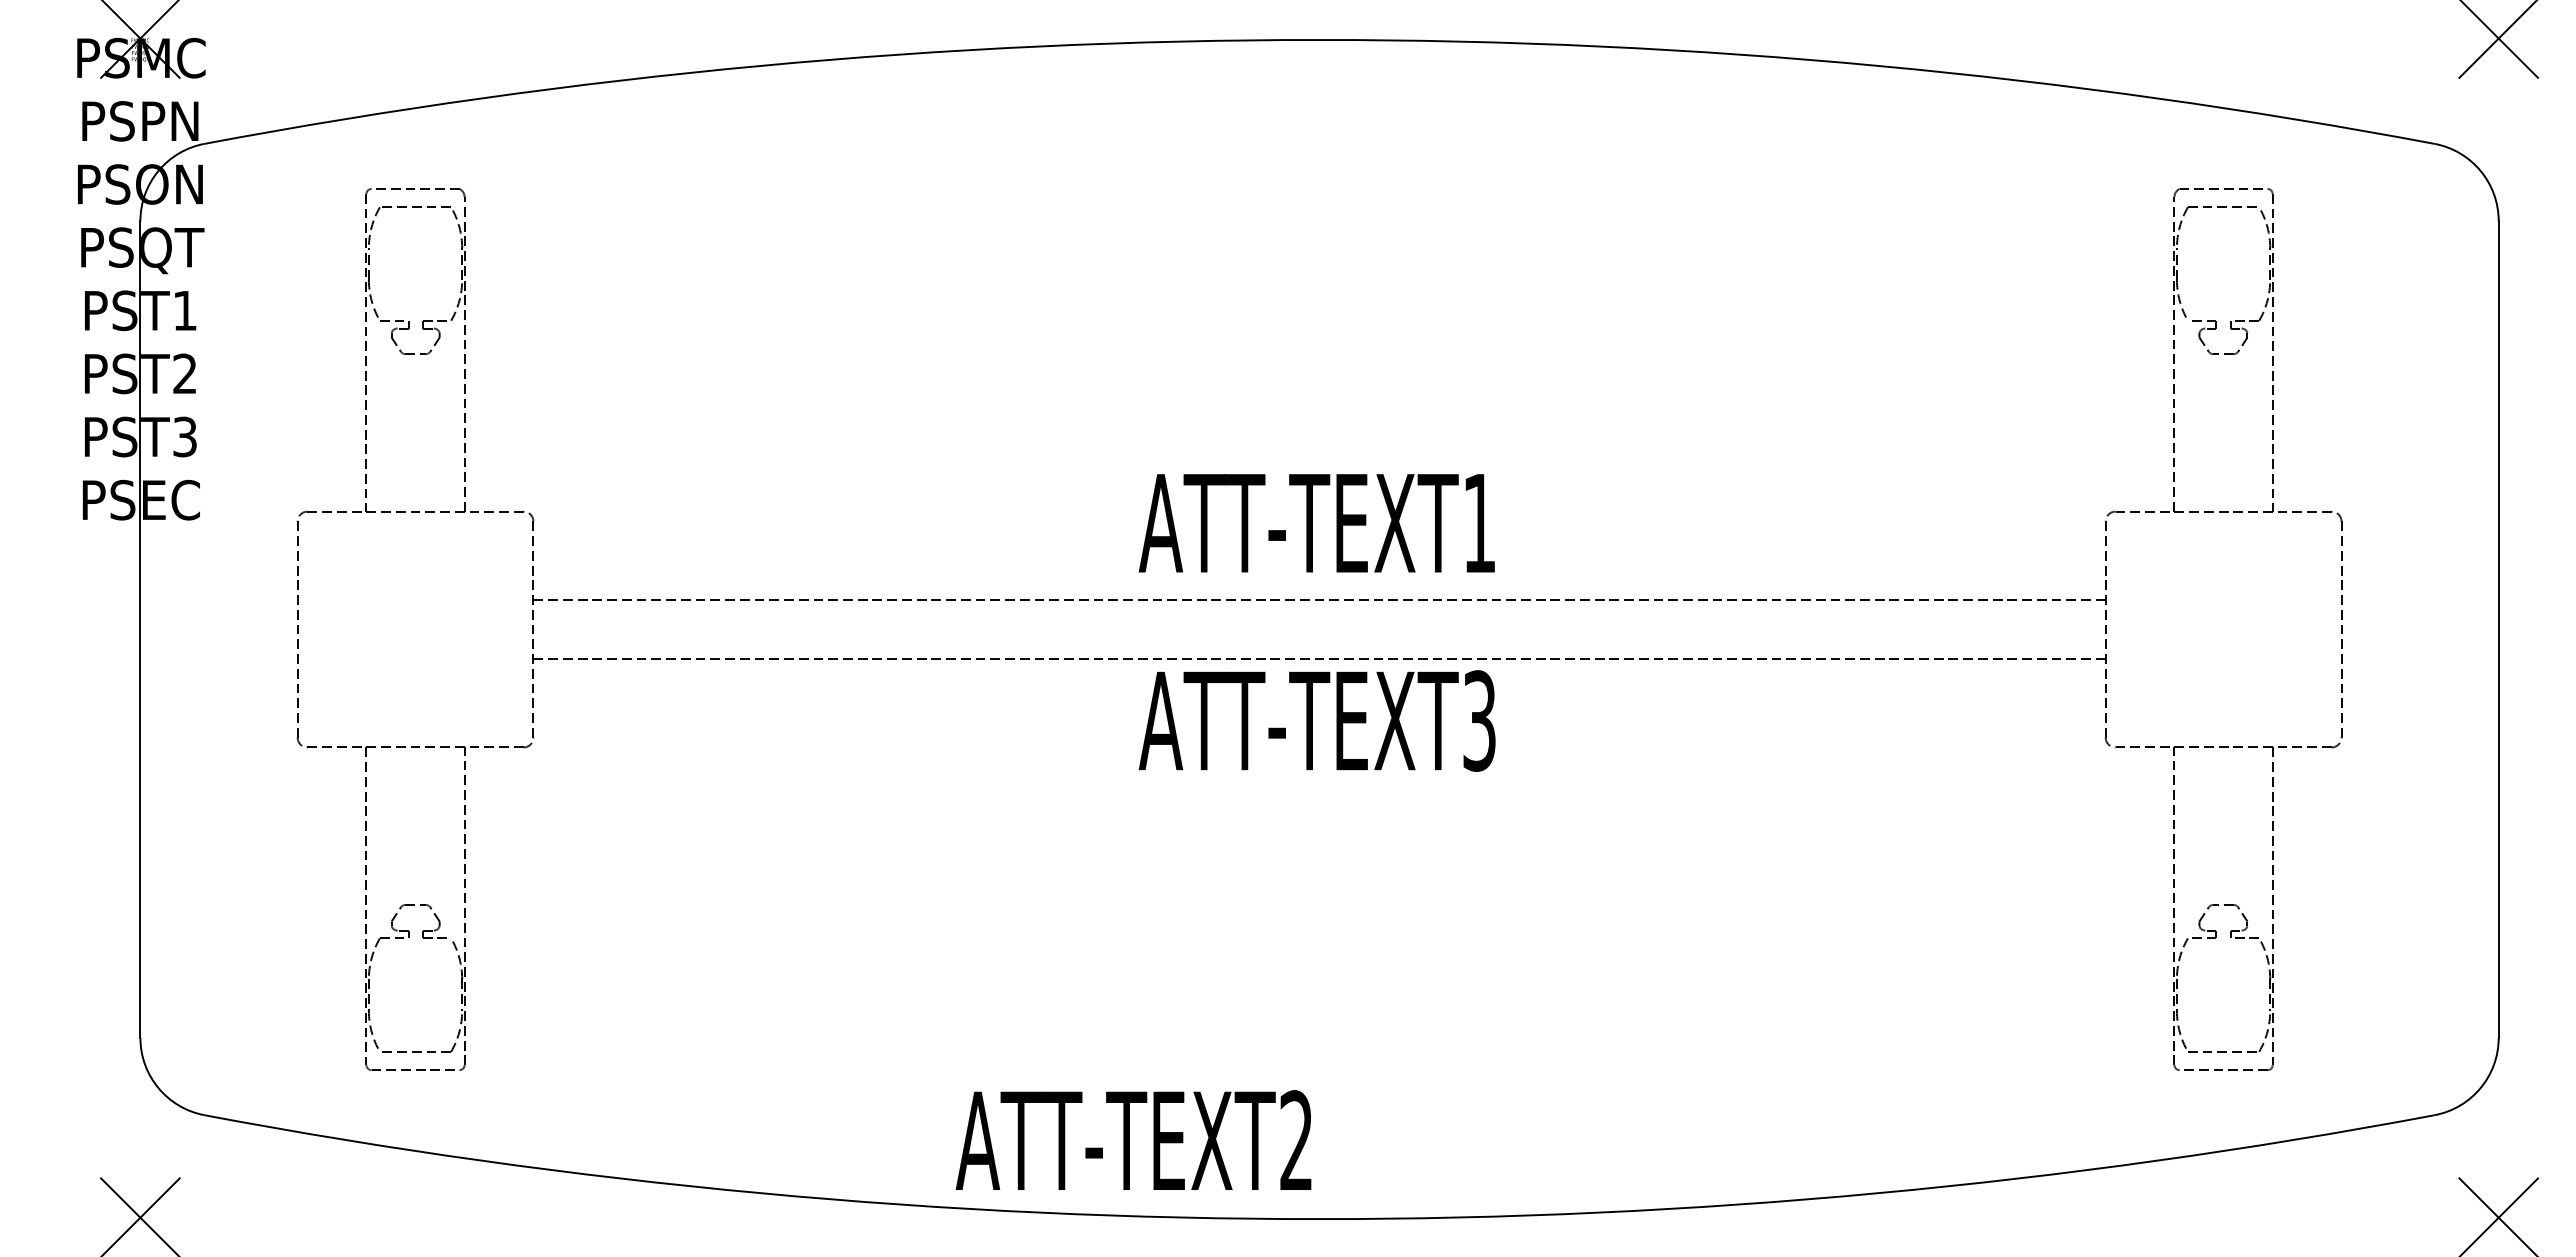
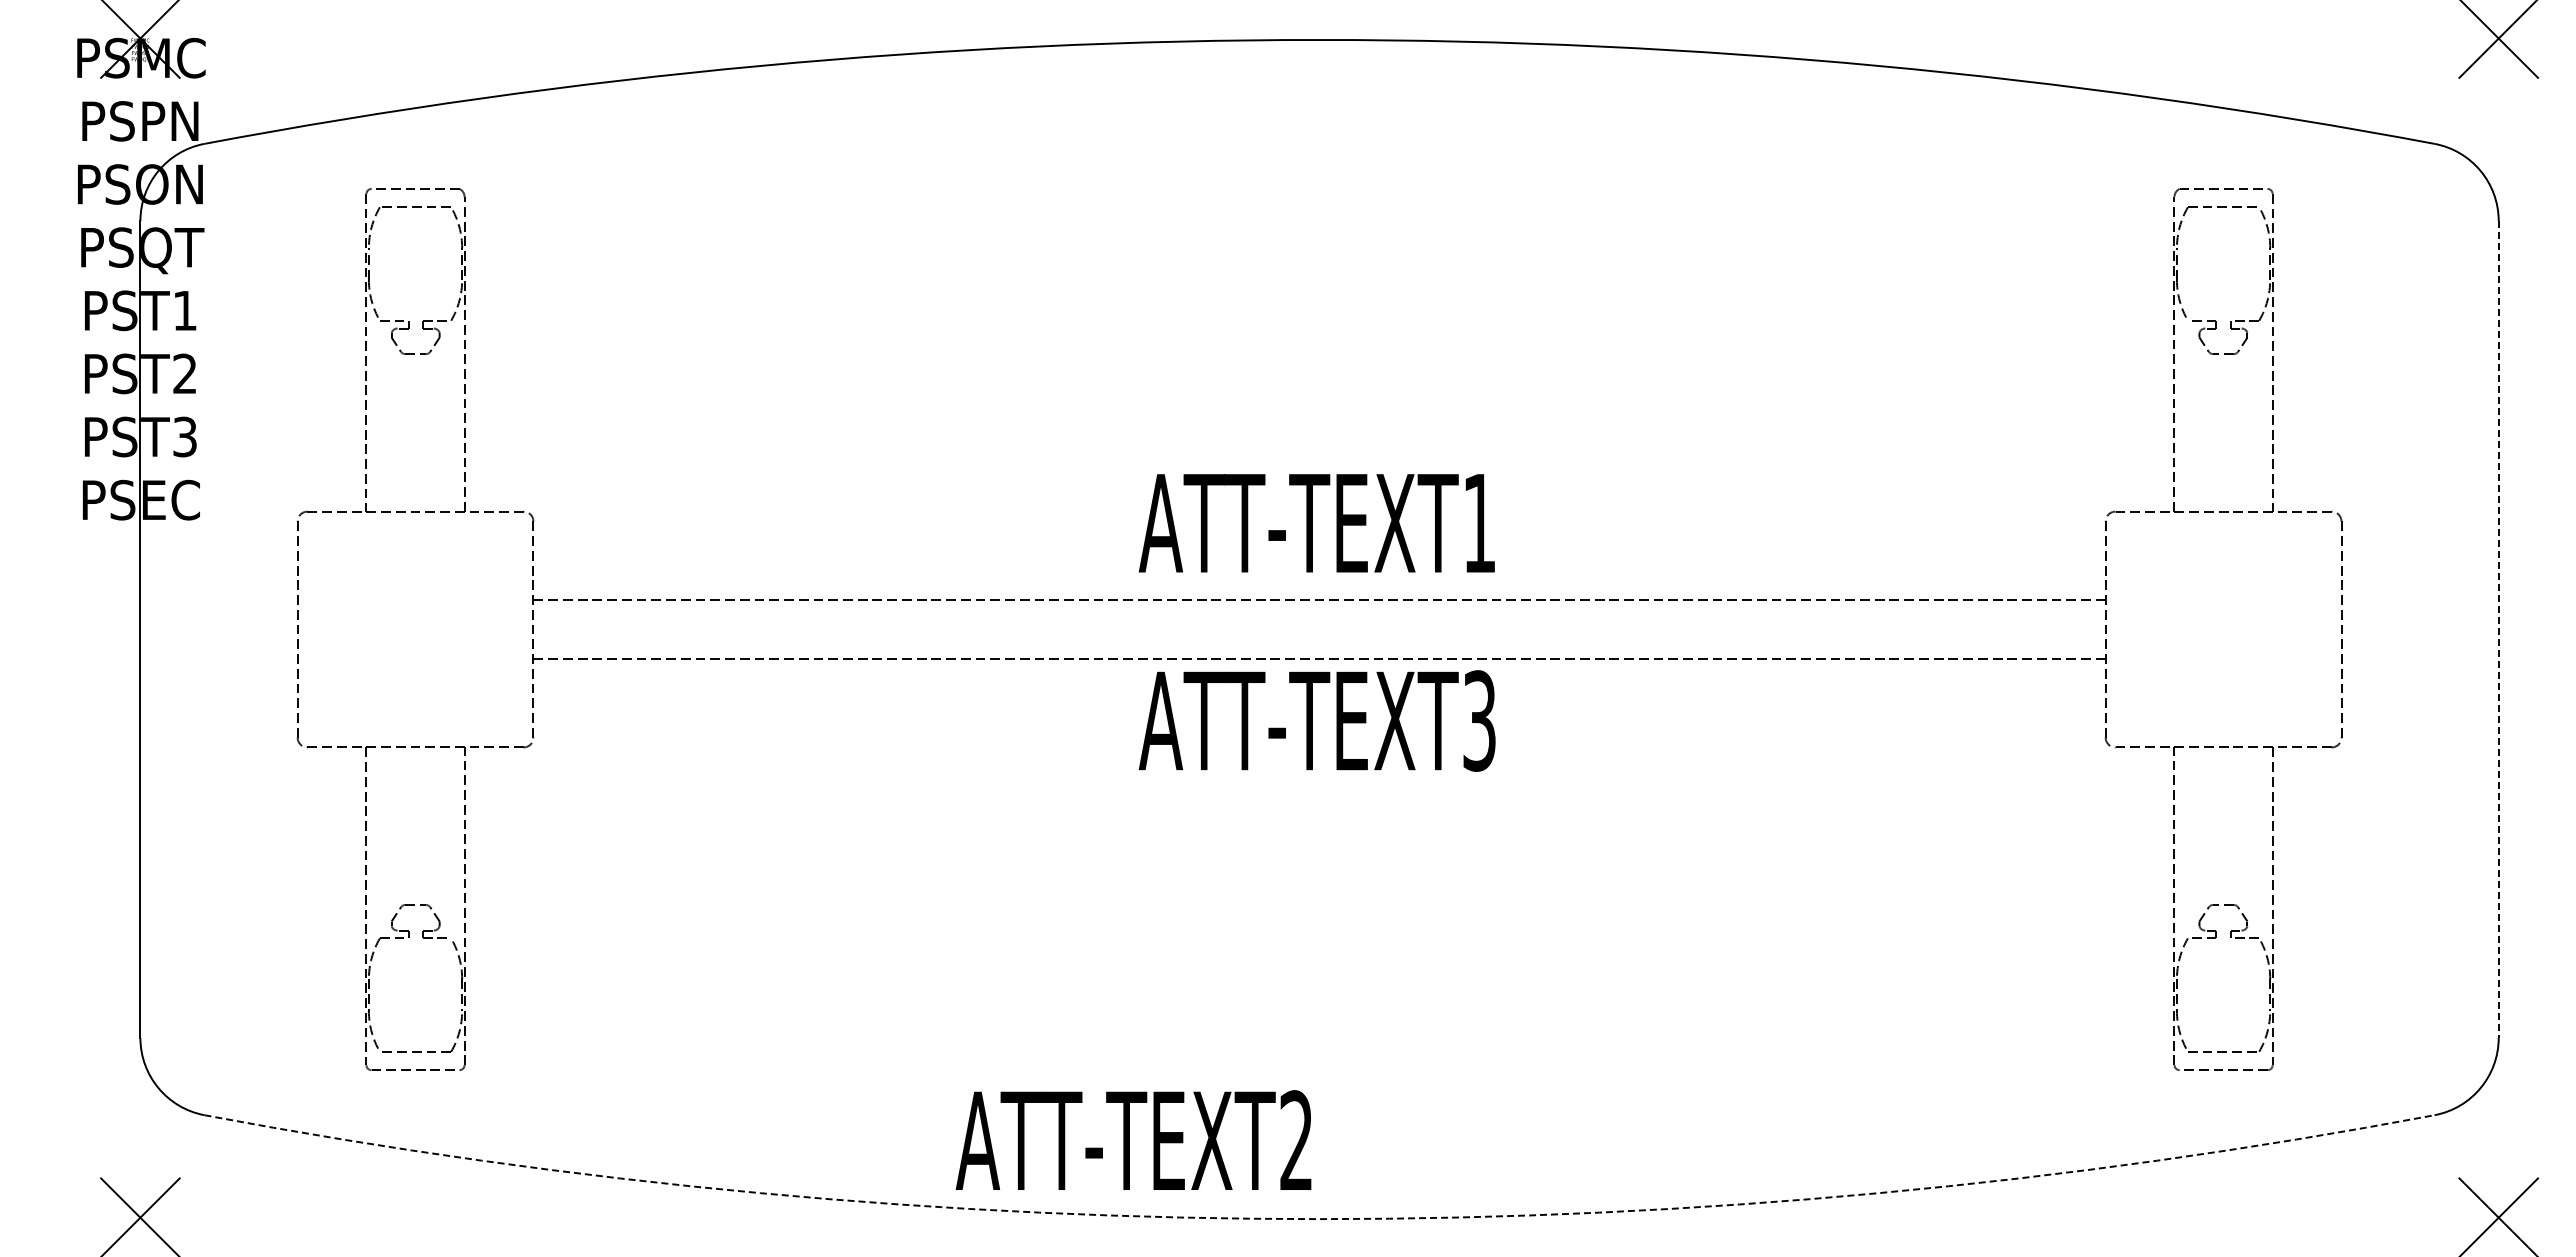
line at (2498, 630): solid -> dashed
arc at (1319, 1219): solid -> dashed
